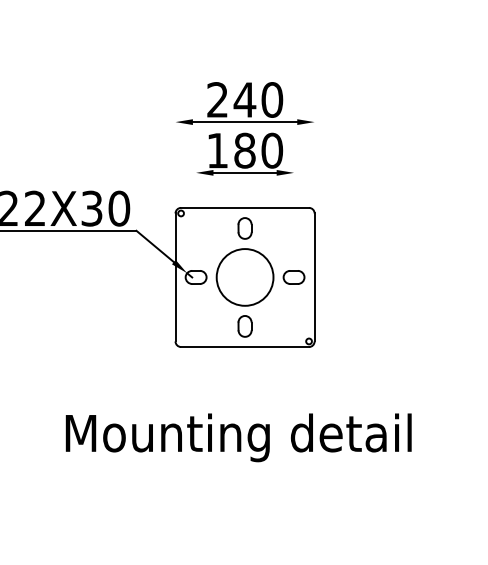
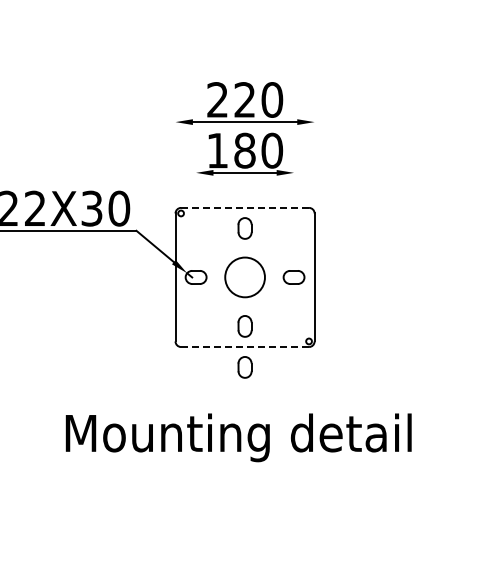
text at (244, 99): 240 -> 220
line at (245, 207): solid -> dashed
circle at (244, 277) diameter: 57 px -> 40 px
line at (245, 347): solid -> dashed
part at (244, 367): none -> present
